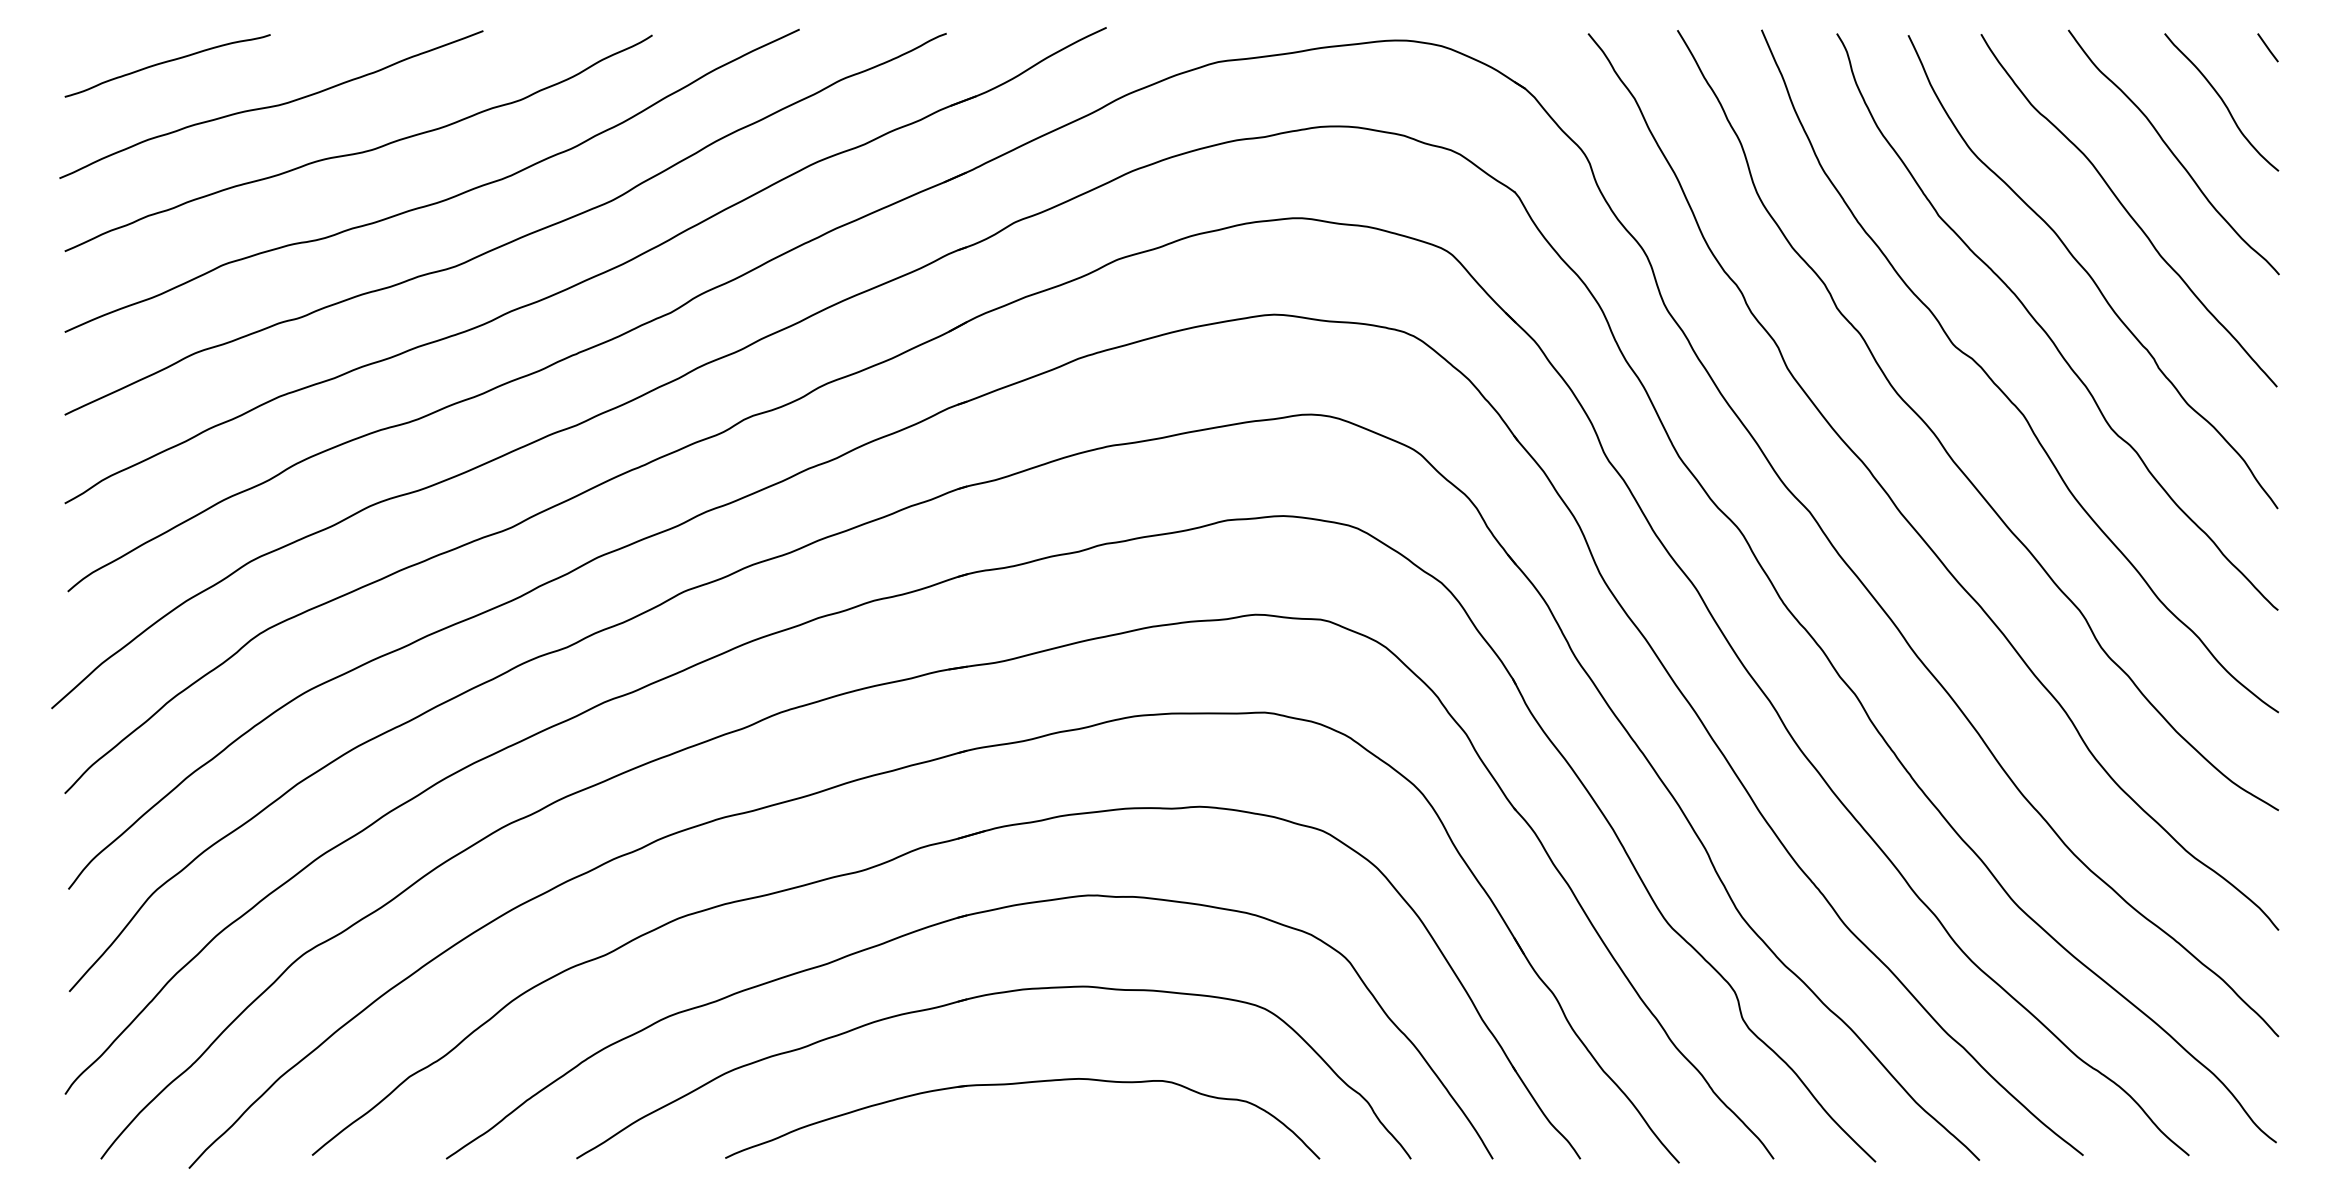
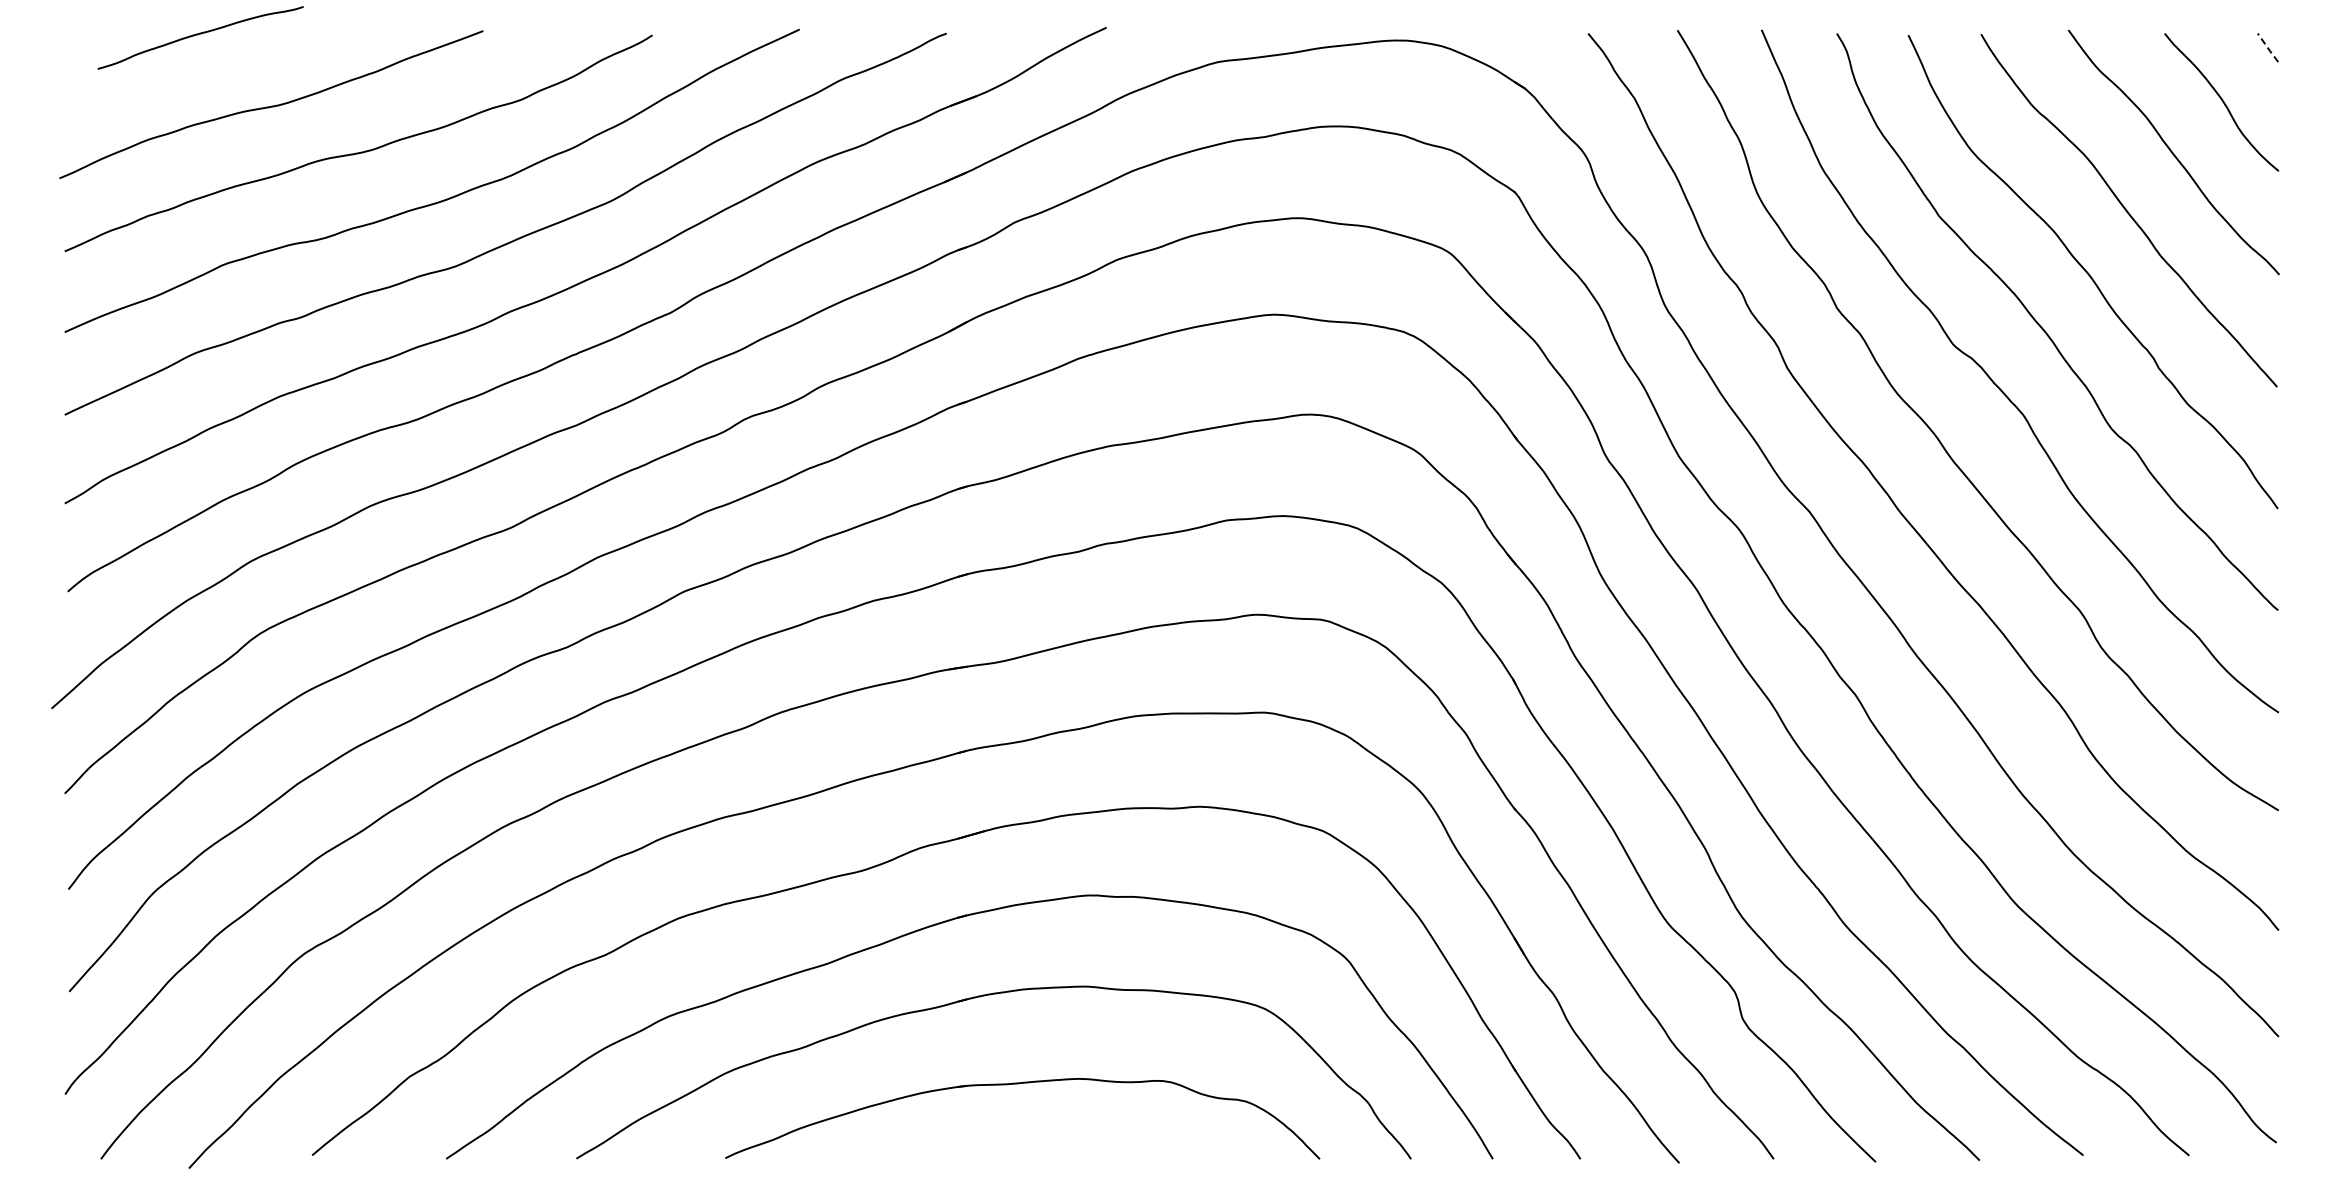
line at (2268, 48): solid -> dashed
curve at (167, 62) position: (167, 62) -> (200, 34)
